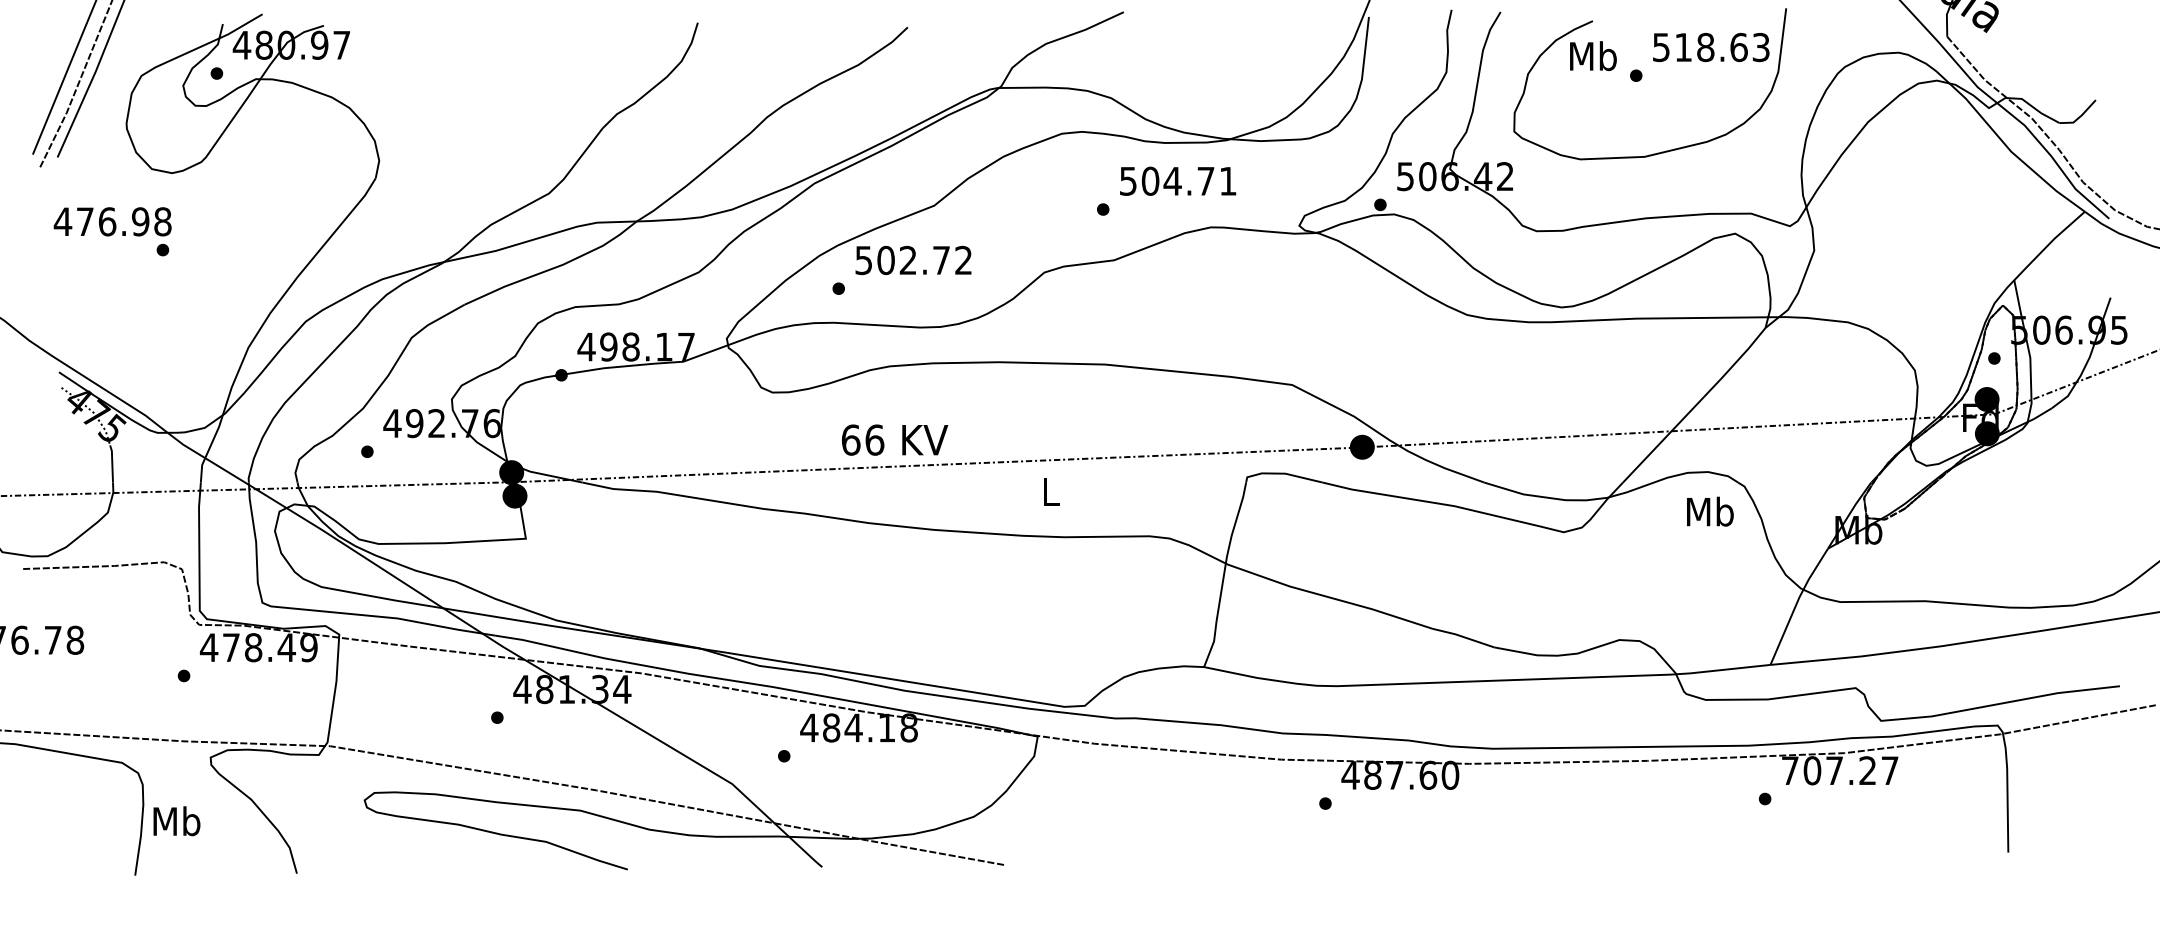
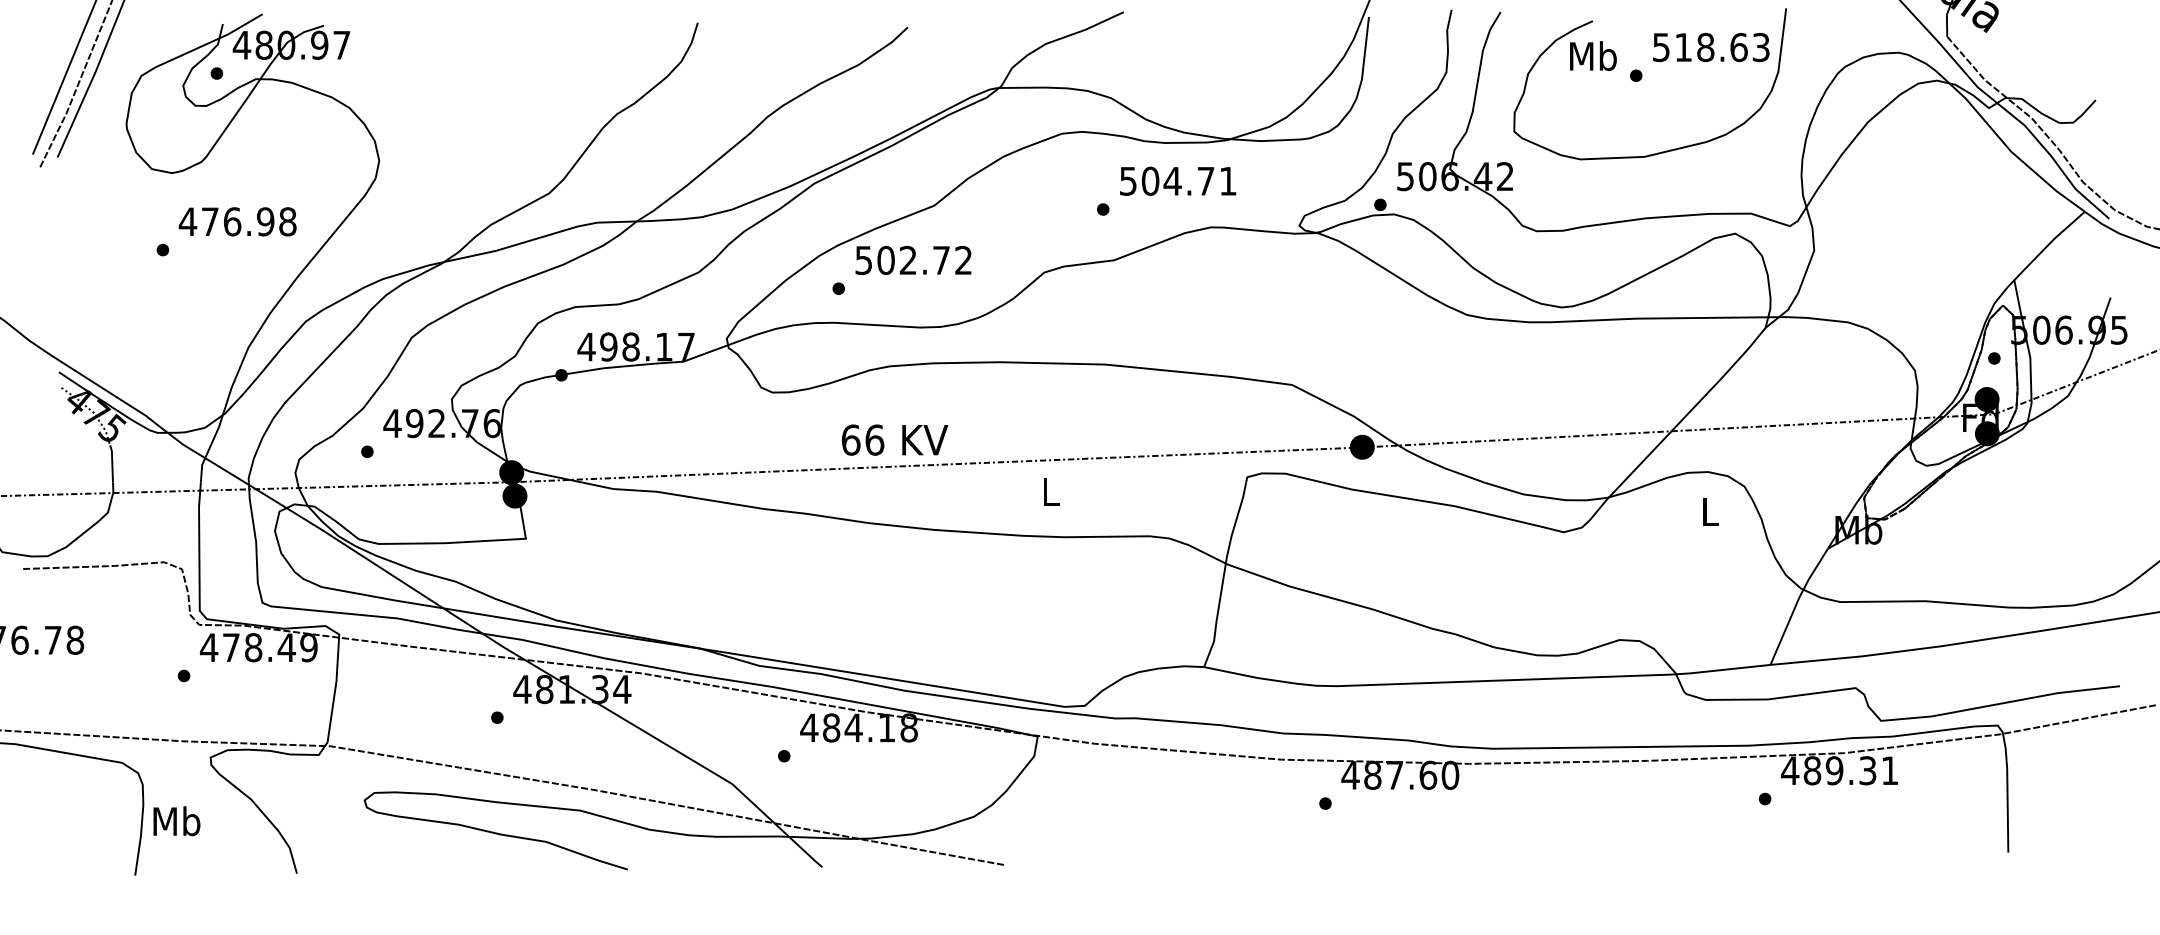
text at (112, 221) position: (112, 221) -> (237, 221)
text at (1710, 511): Mb -> L
text at (1839, 770): 707.27 -> 489.31
